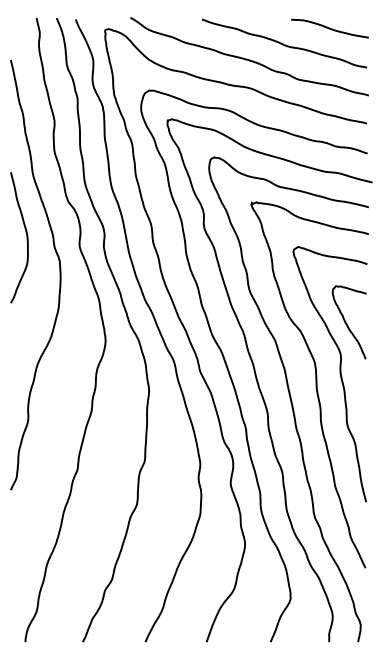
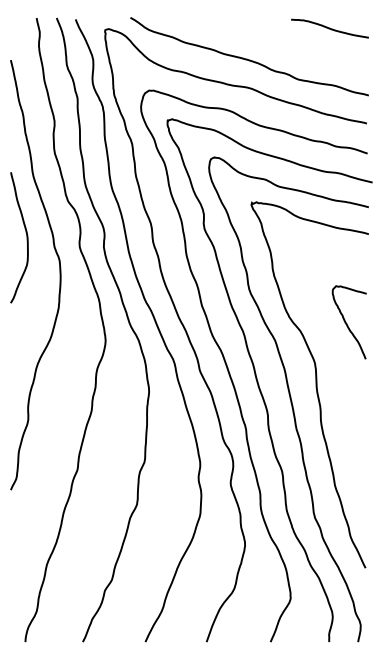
curve at (283, 43): present -> none
curve at (339, 374): present -> none
